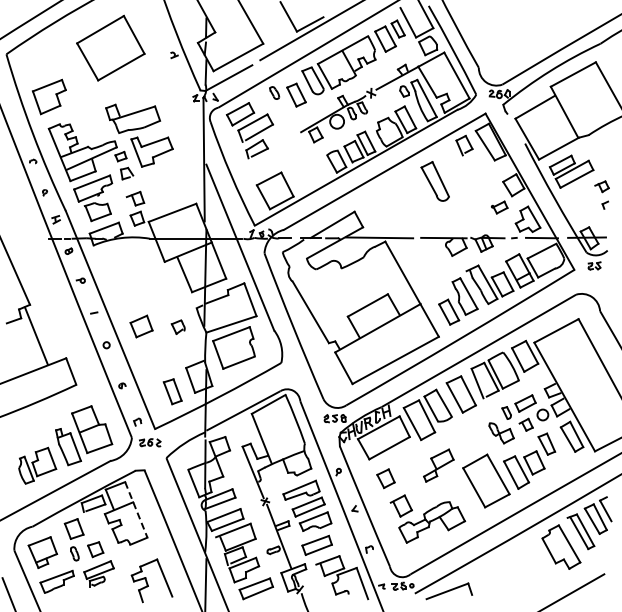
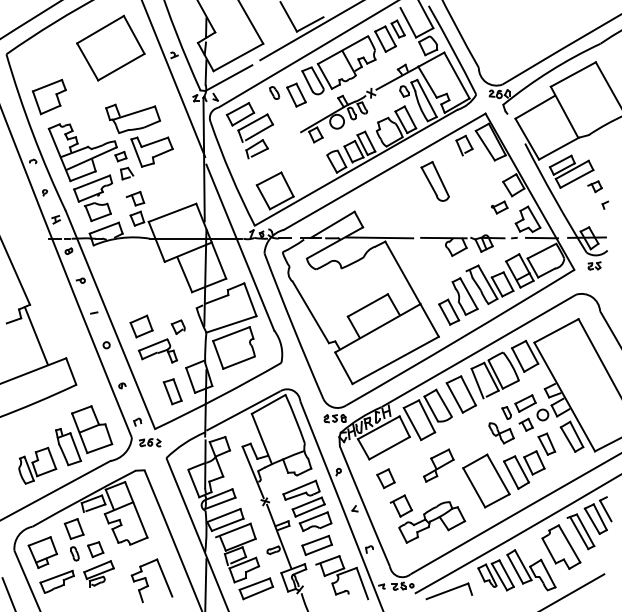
line at (173, 79): none -> present
part at (601, 186) position: (601, 186) -> (594, 186)
part at (158, 350): none -> present
line at (136, 509): dashed -> solid
part at (516, 570): none -> present
